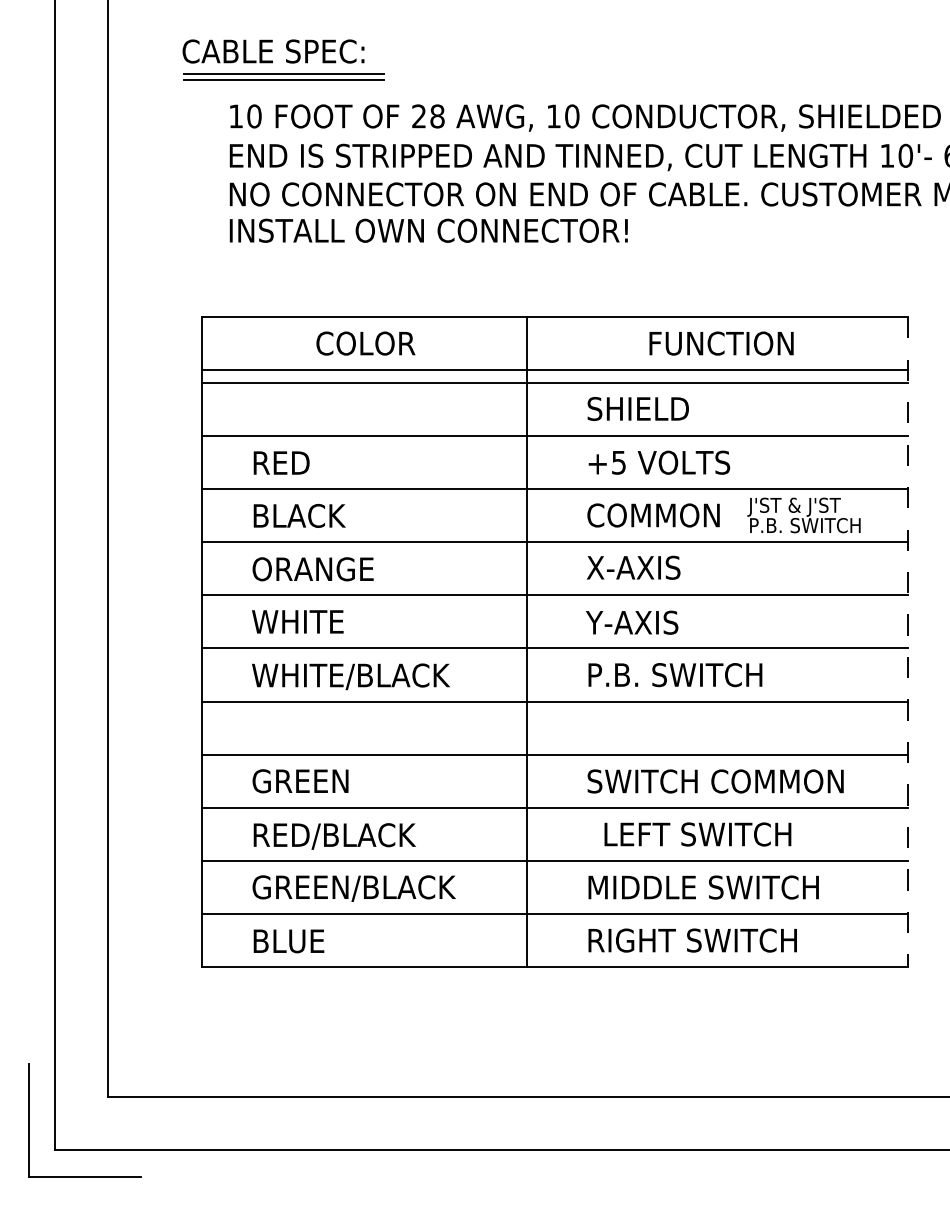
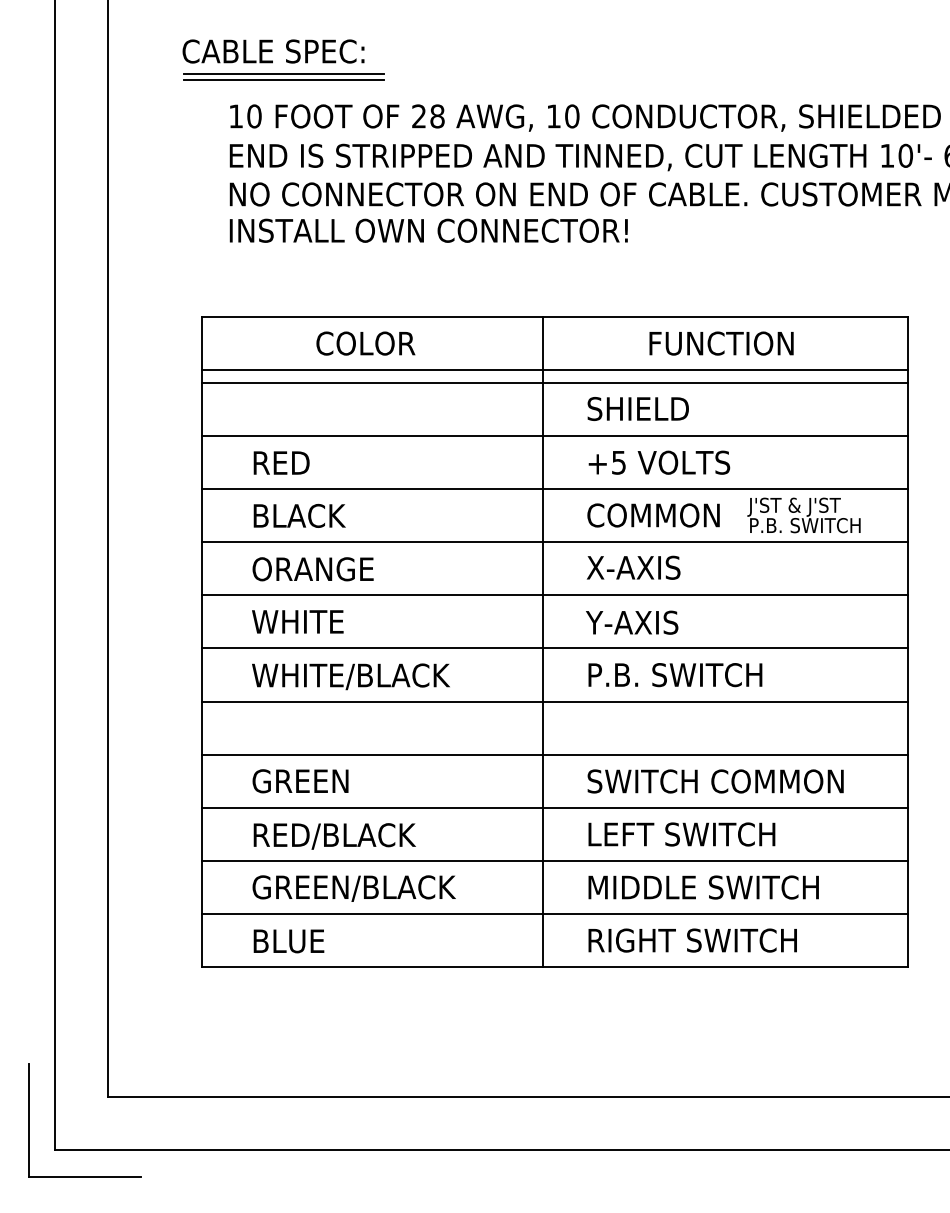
line at (526, 642) position: (526, 642) -> (542, 642)
line at (908, 642): dashed -> solid
text at (697, 834) position: (697, 834) -> (681, 834)
